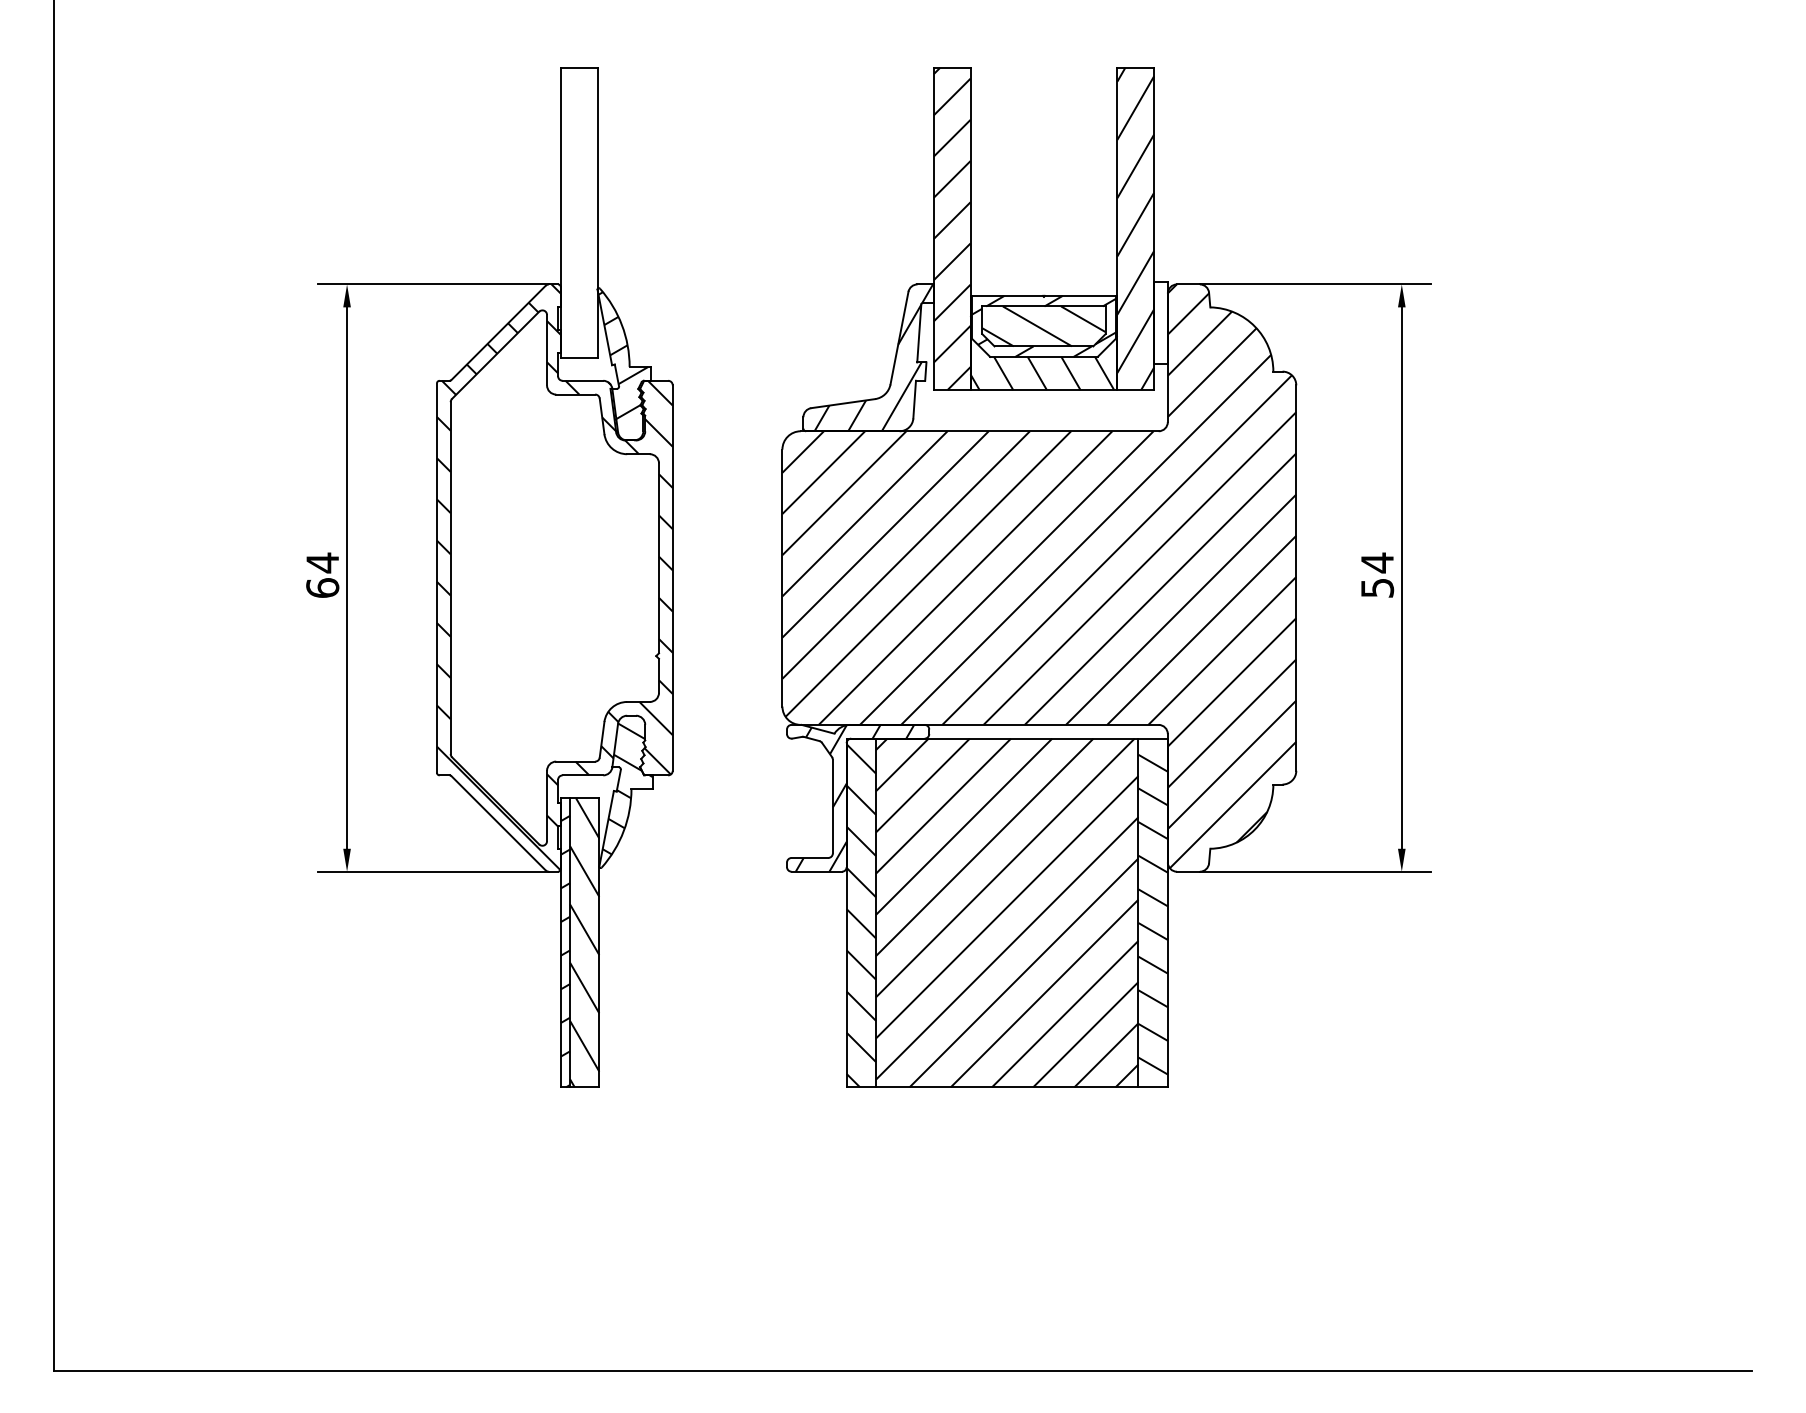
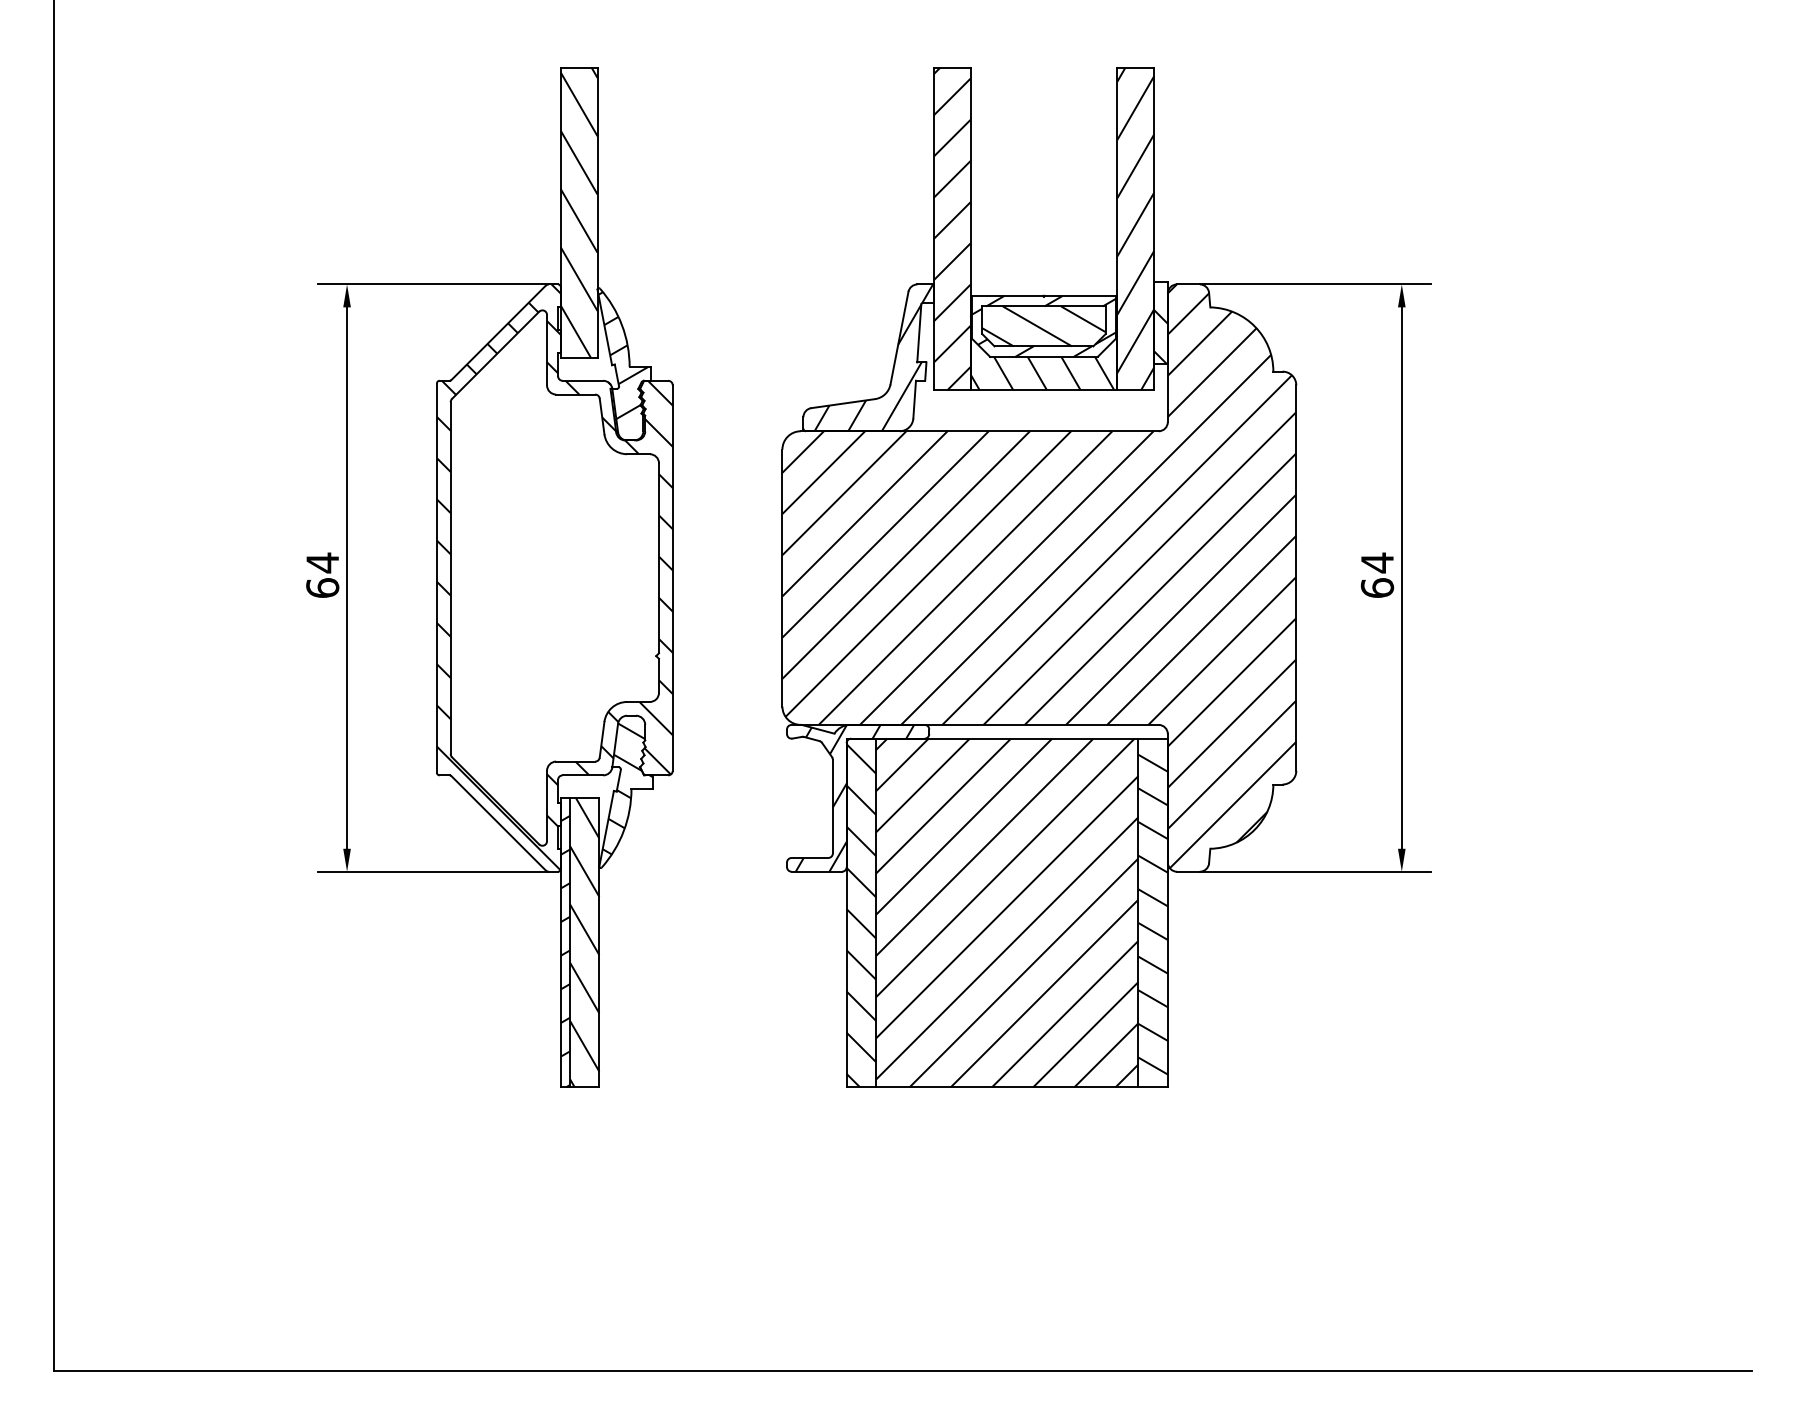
hatch at (578, 212): none -> present
hatch at (1160, 322): none -> present
text at (1377, 587): 54 -> 64
